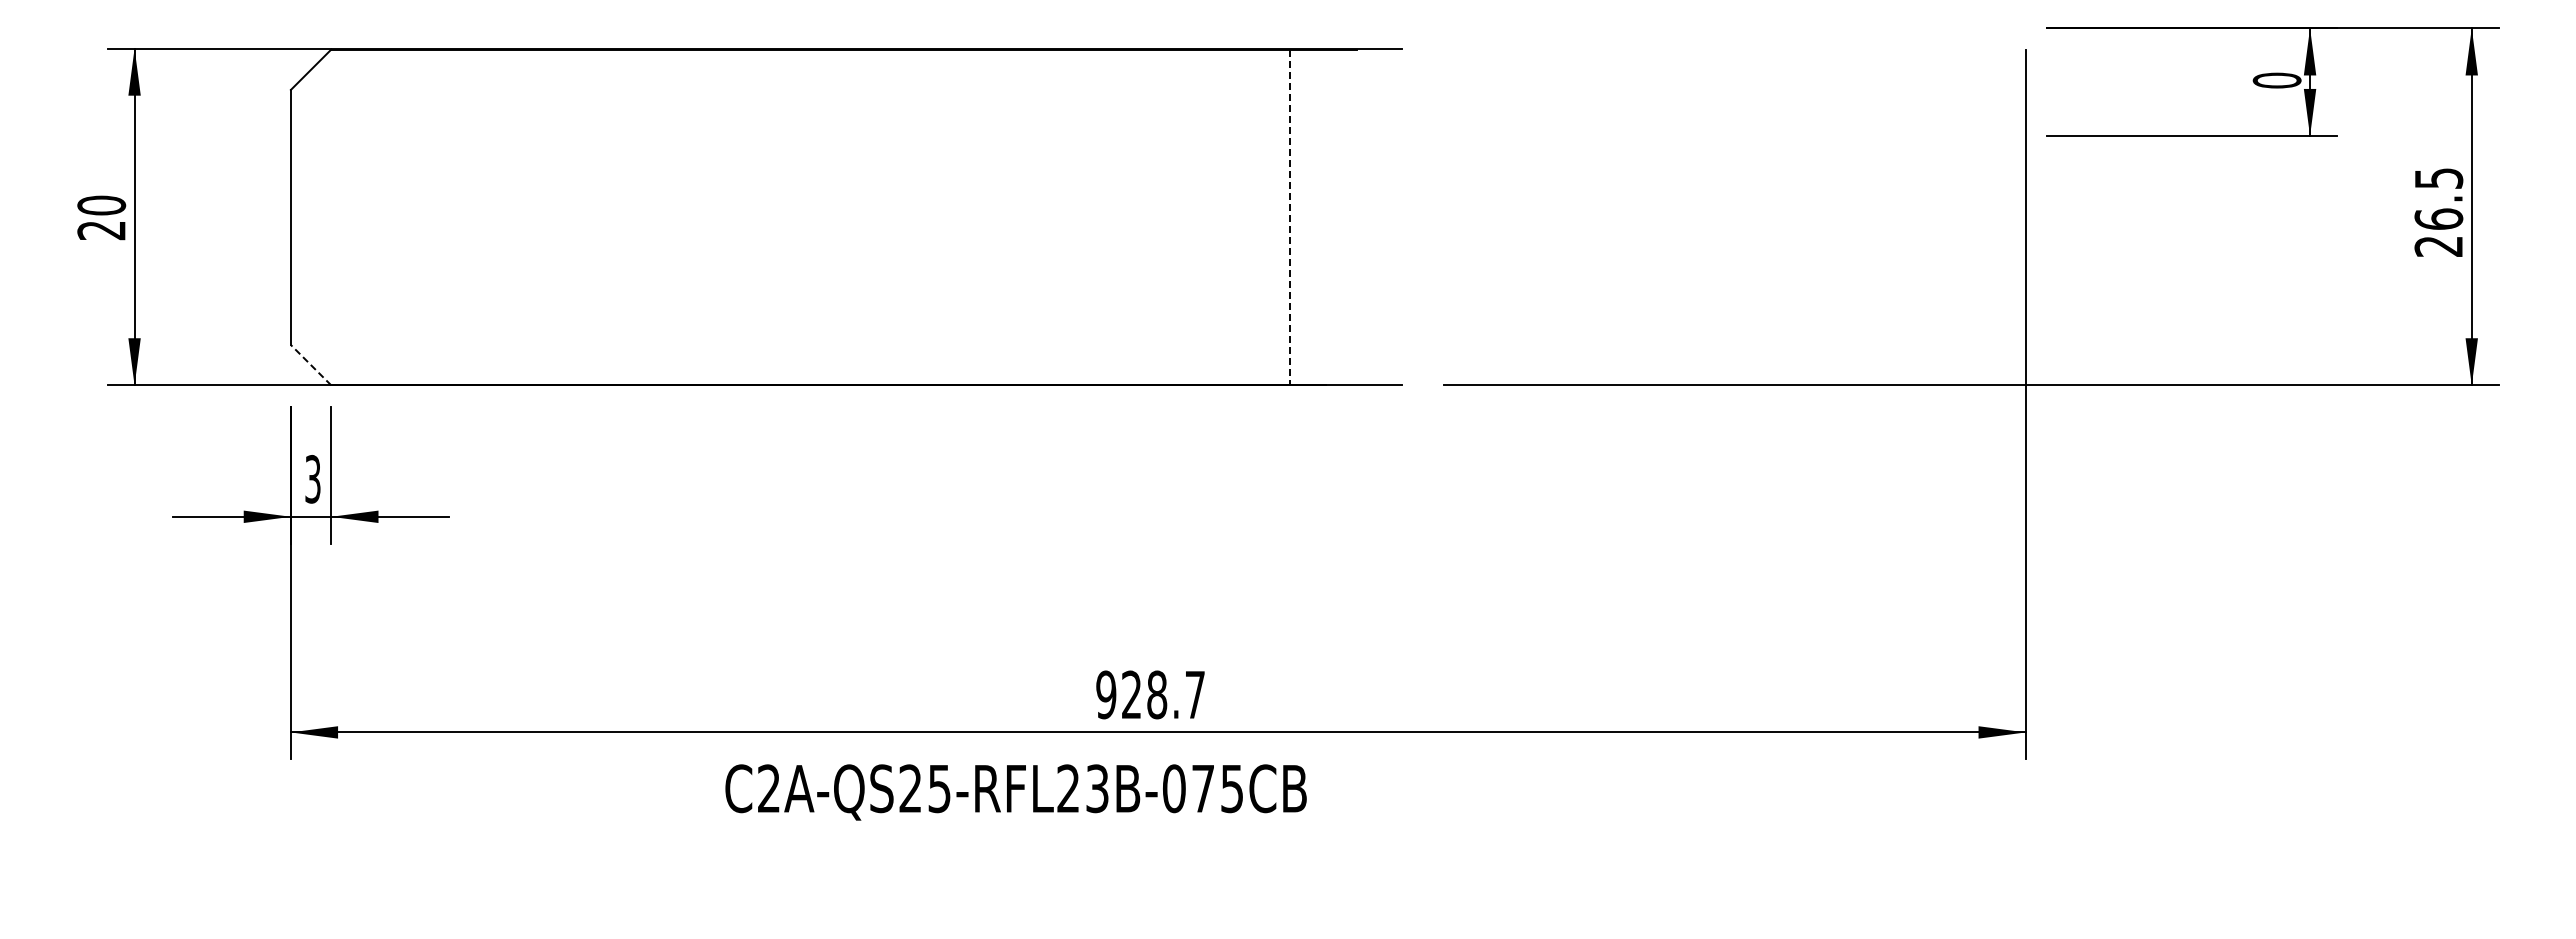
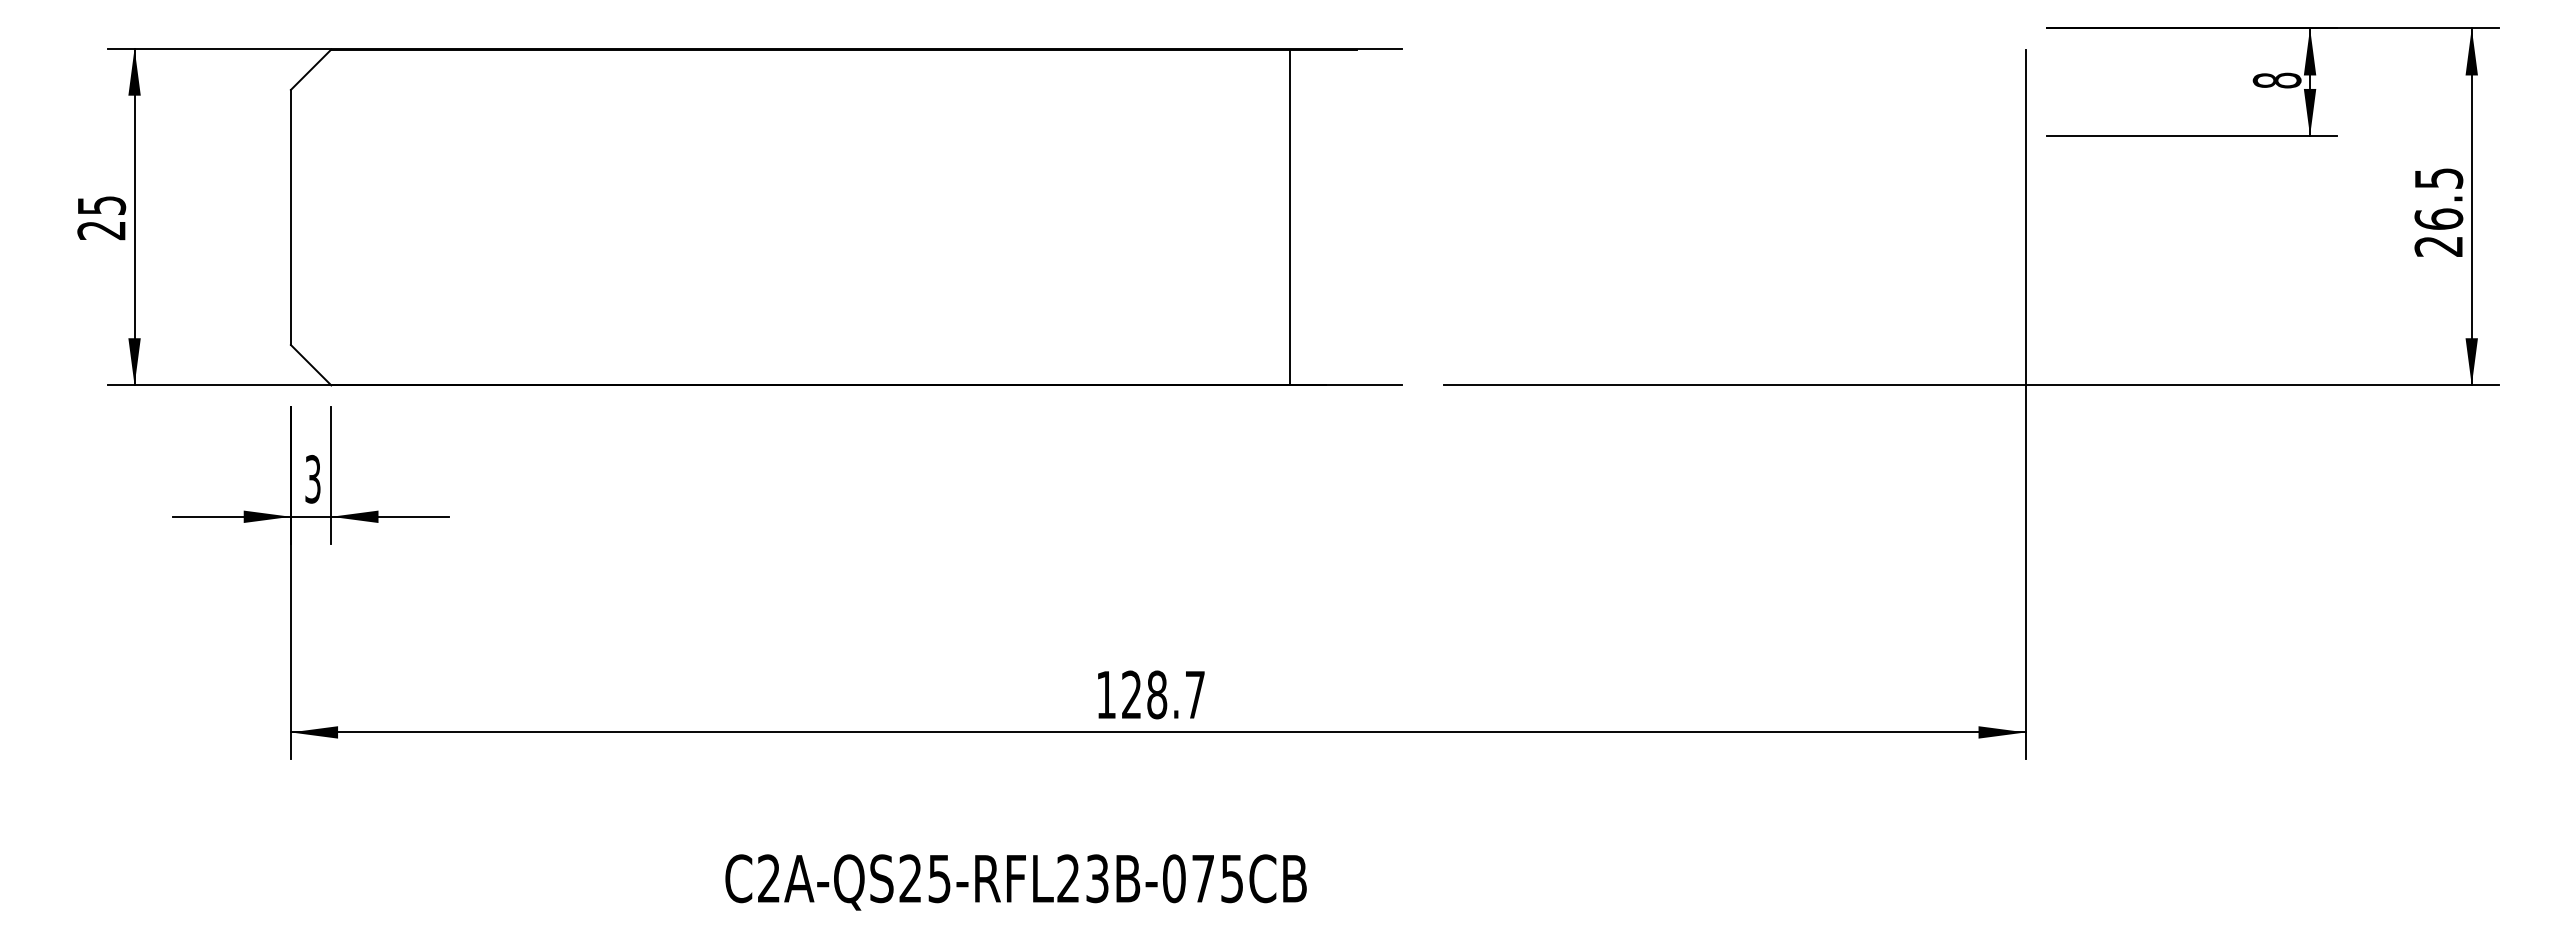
text at (2277, 80): 0 -> 8
text at (101, 205): 20 -> 25
line at (1290, 217): dashed -> solid
line at (311, 365): dashed -> solid
text at (1106, 694): 928.7 -> 128.7
text at (1015, 792) position: (1015, 792) -> (1015, 882)
